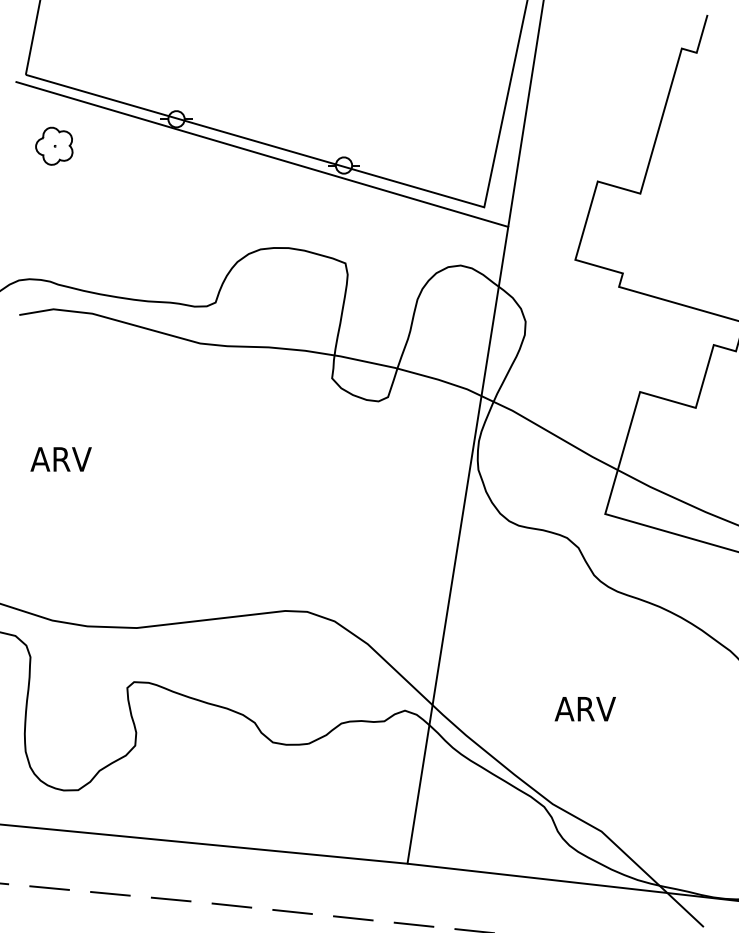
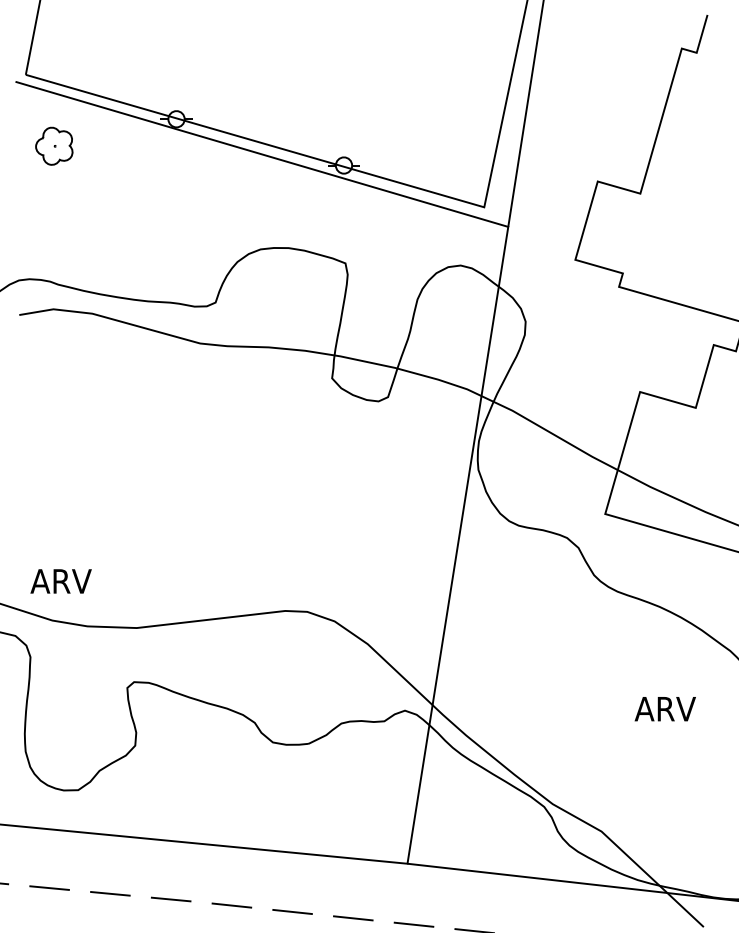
text at (60, 459) position: (60, 459) -> (60, 581)
text at (584, 709) position: (584, 709) -> (664, 709)
